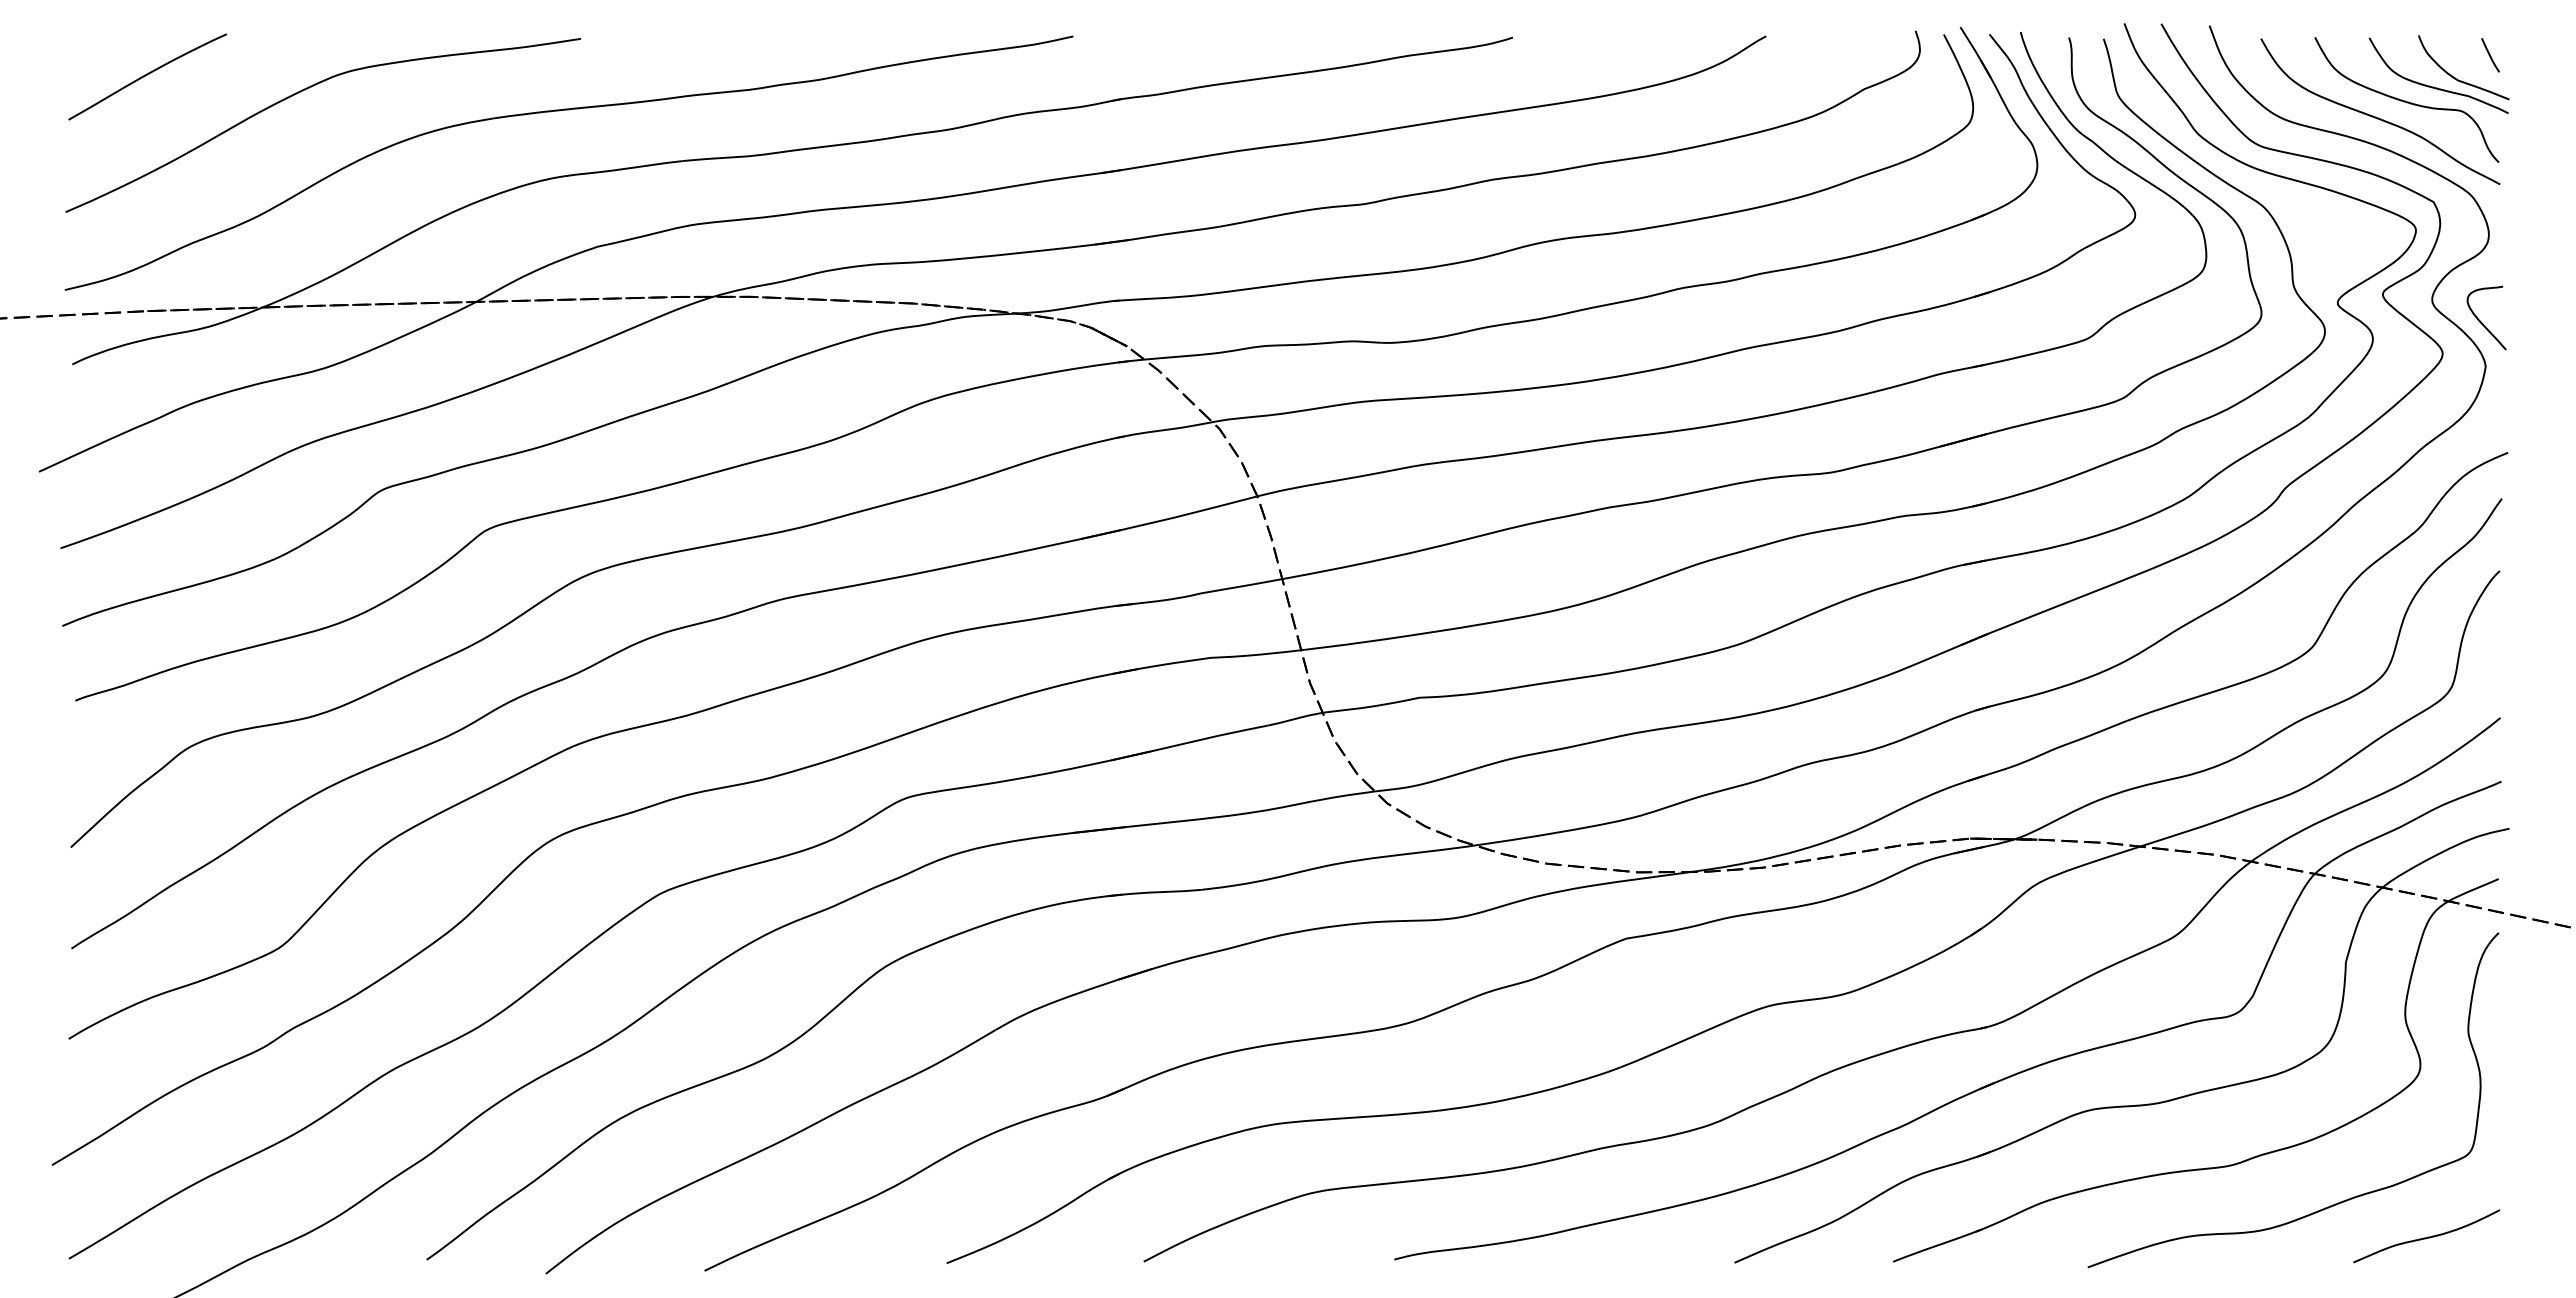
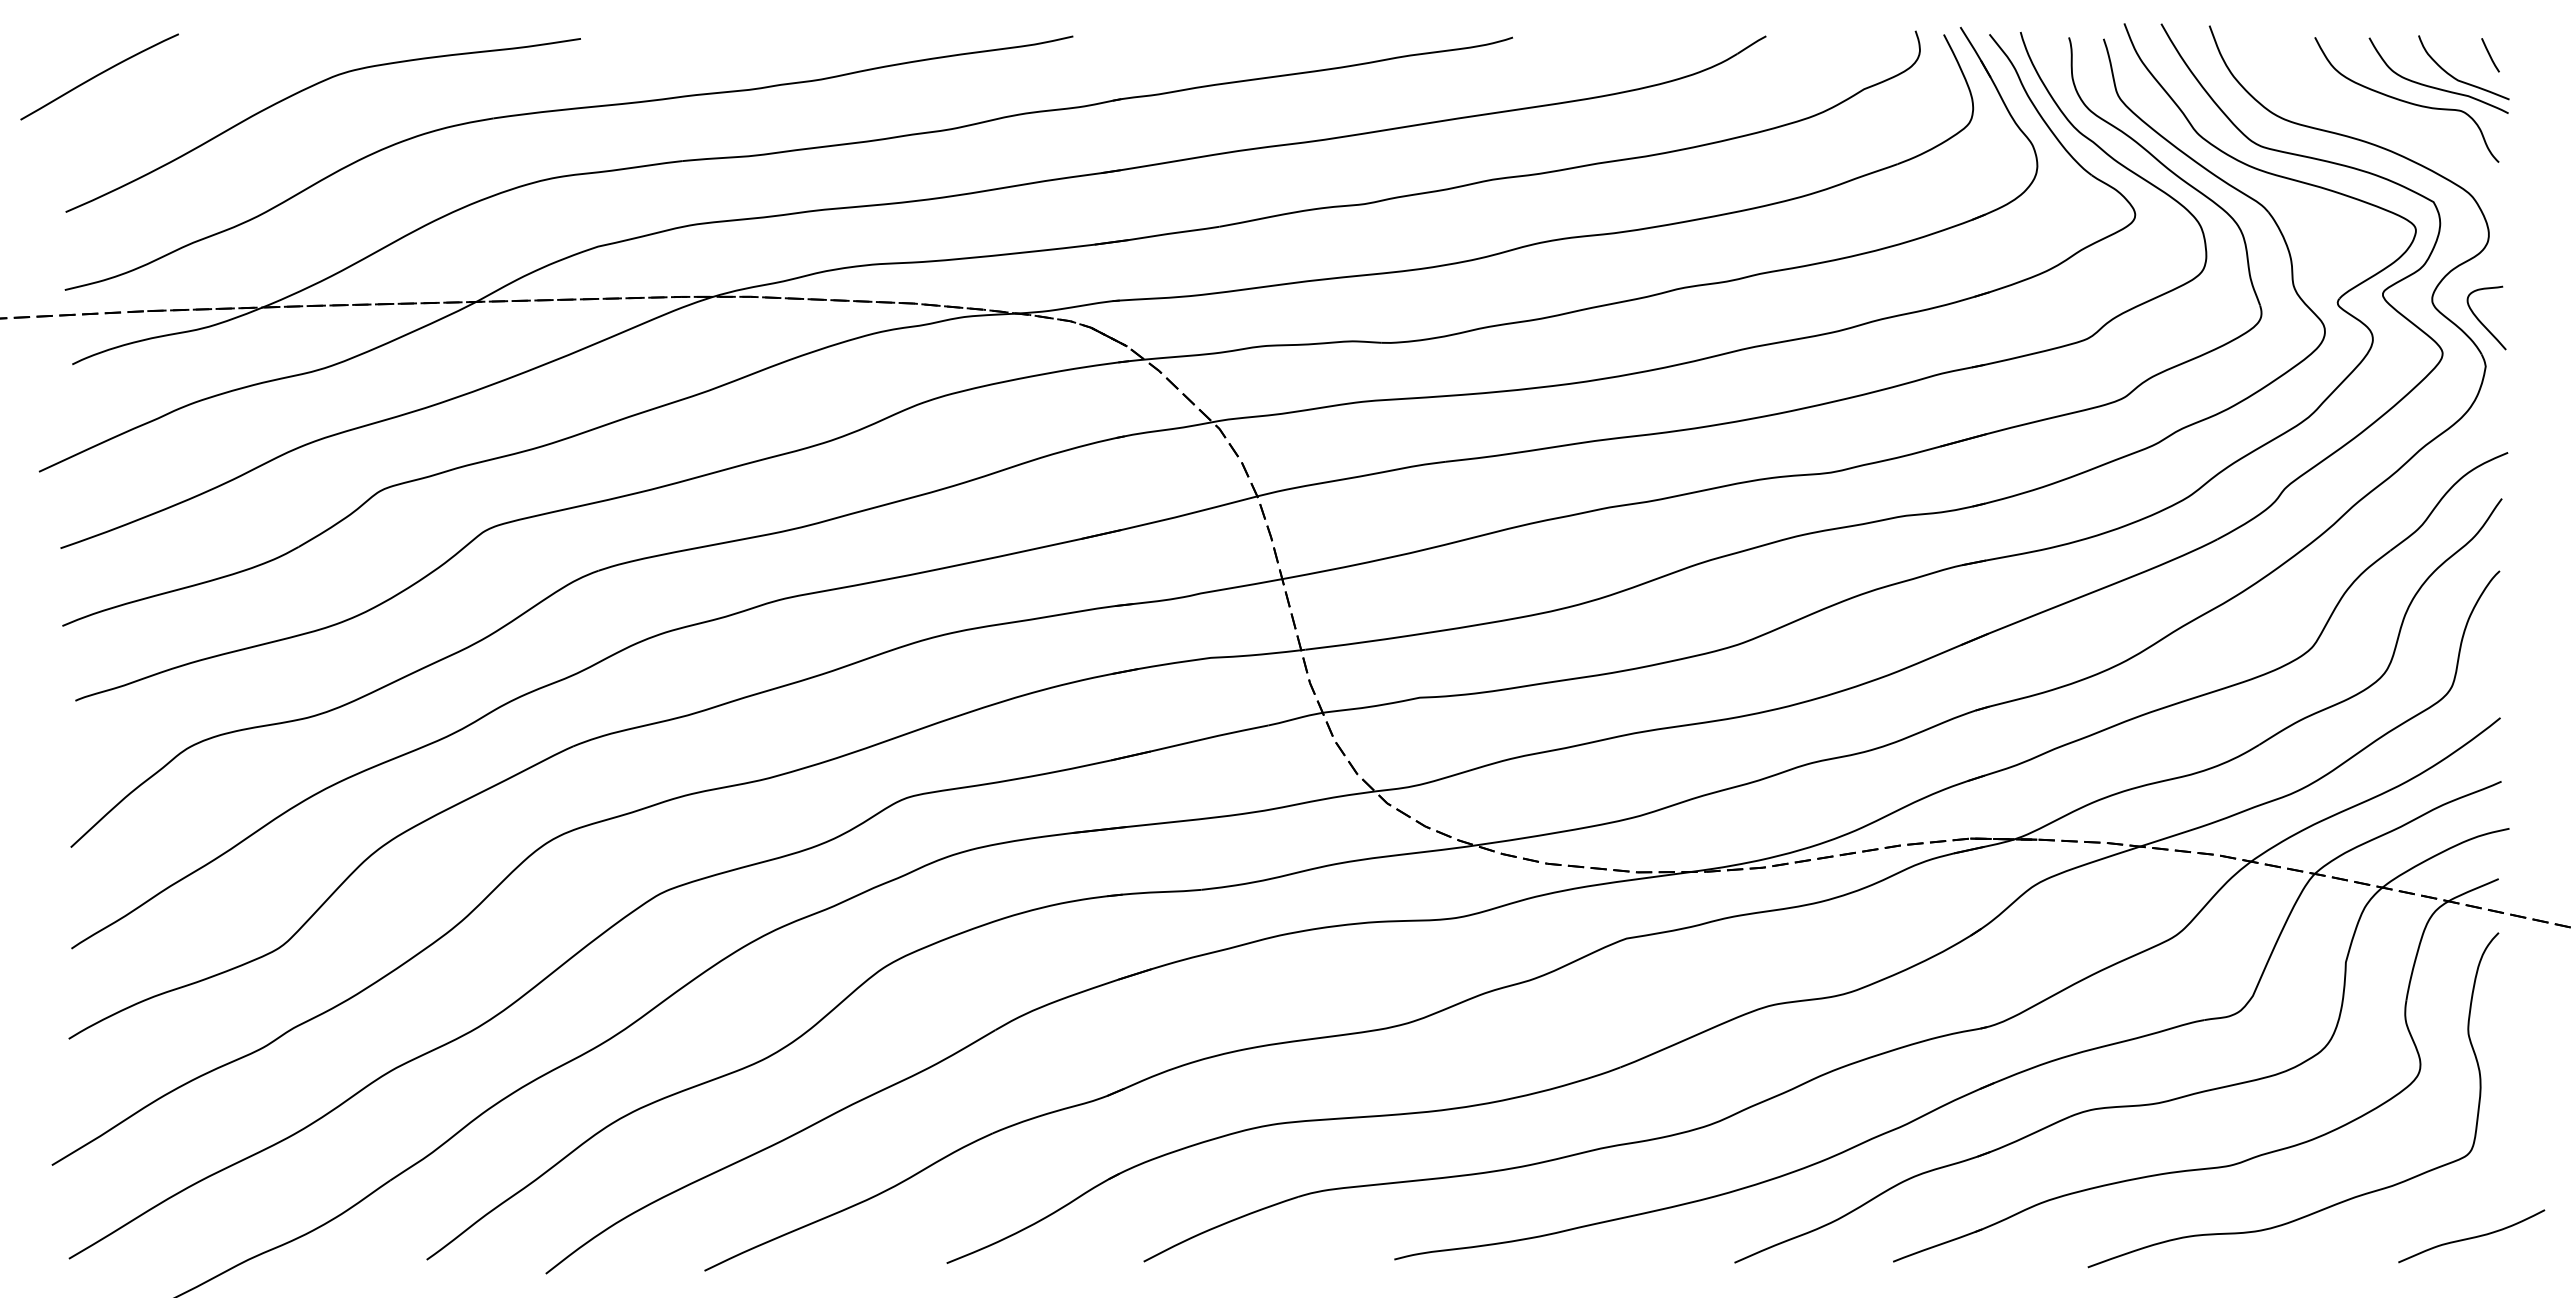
curve at (147, 75) position: (147, 75) -> (99, 75)
part at (2378, 117): present -> none
curve at (2426, 1237) position: (2426, 1237) -> (2471, 1237)
